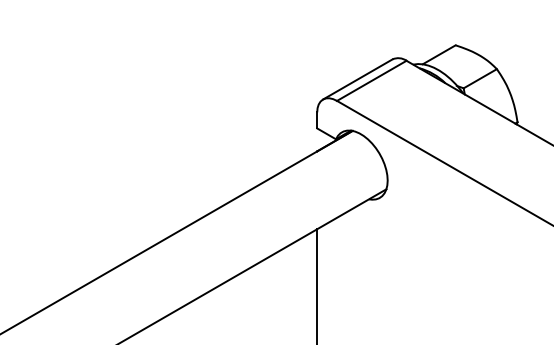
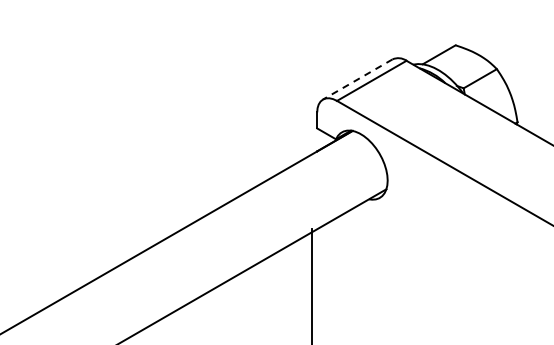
line at (357, 79): solid -> dashed
line at (317, 285) position: (317, 285) -> (312, 285)
